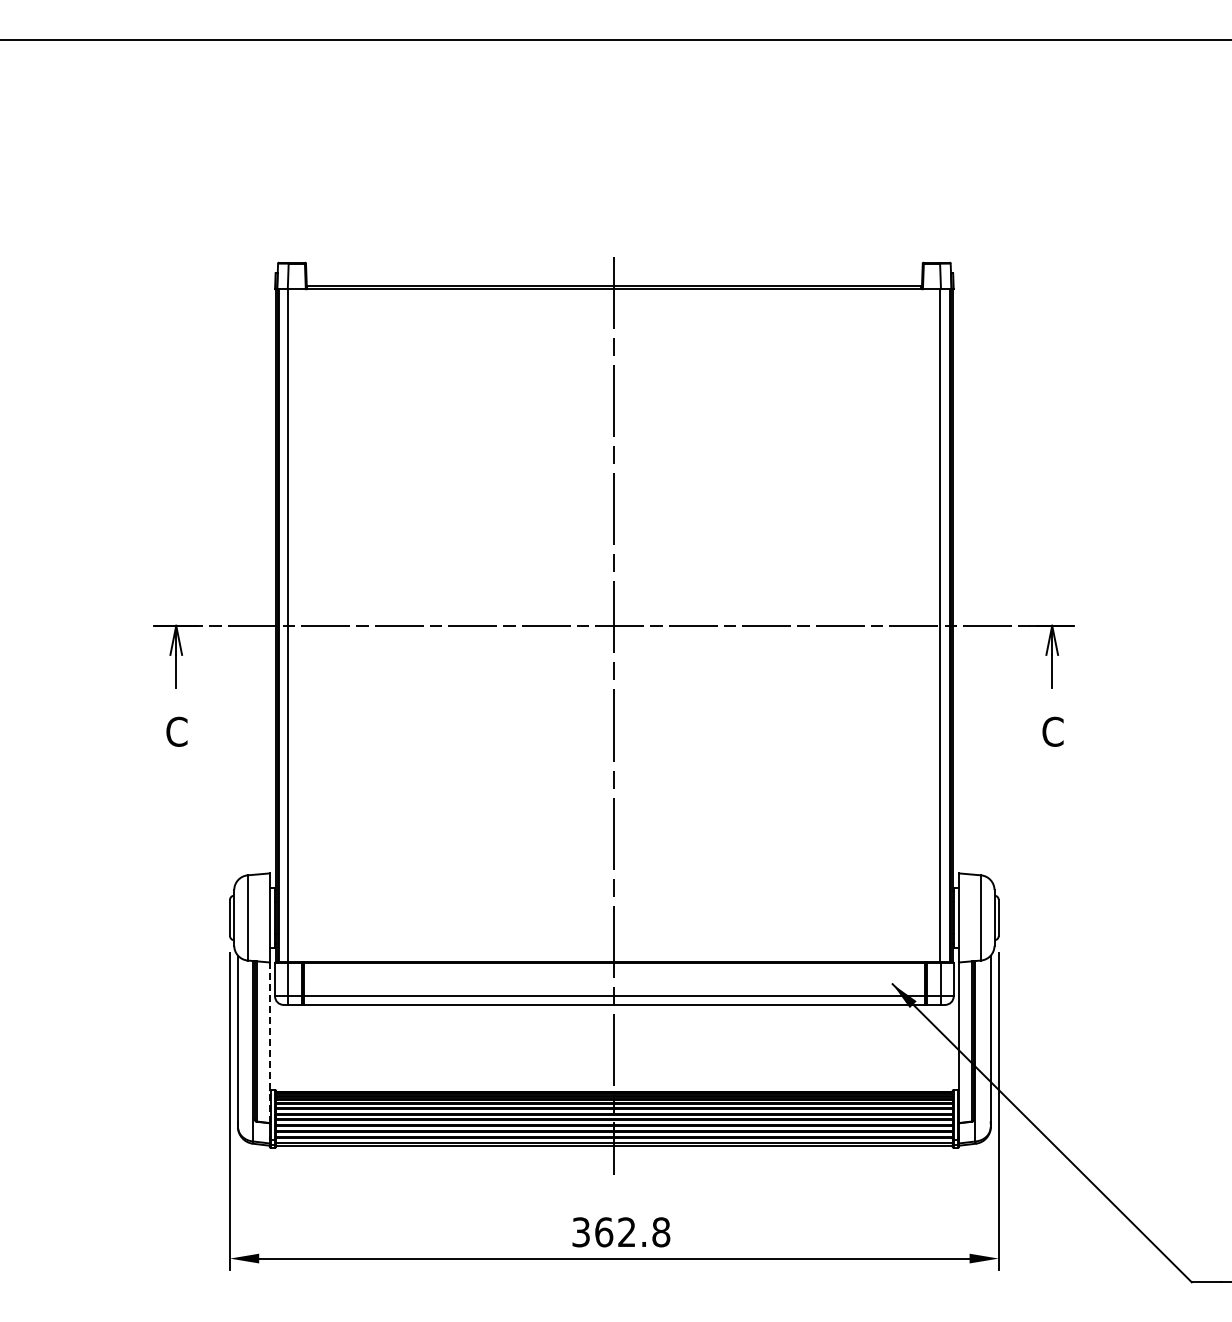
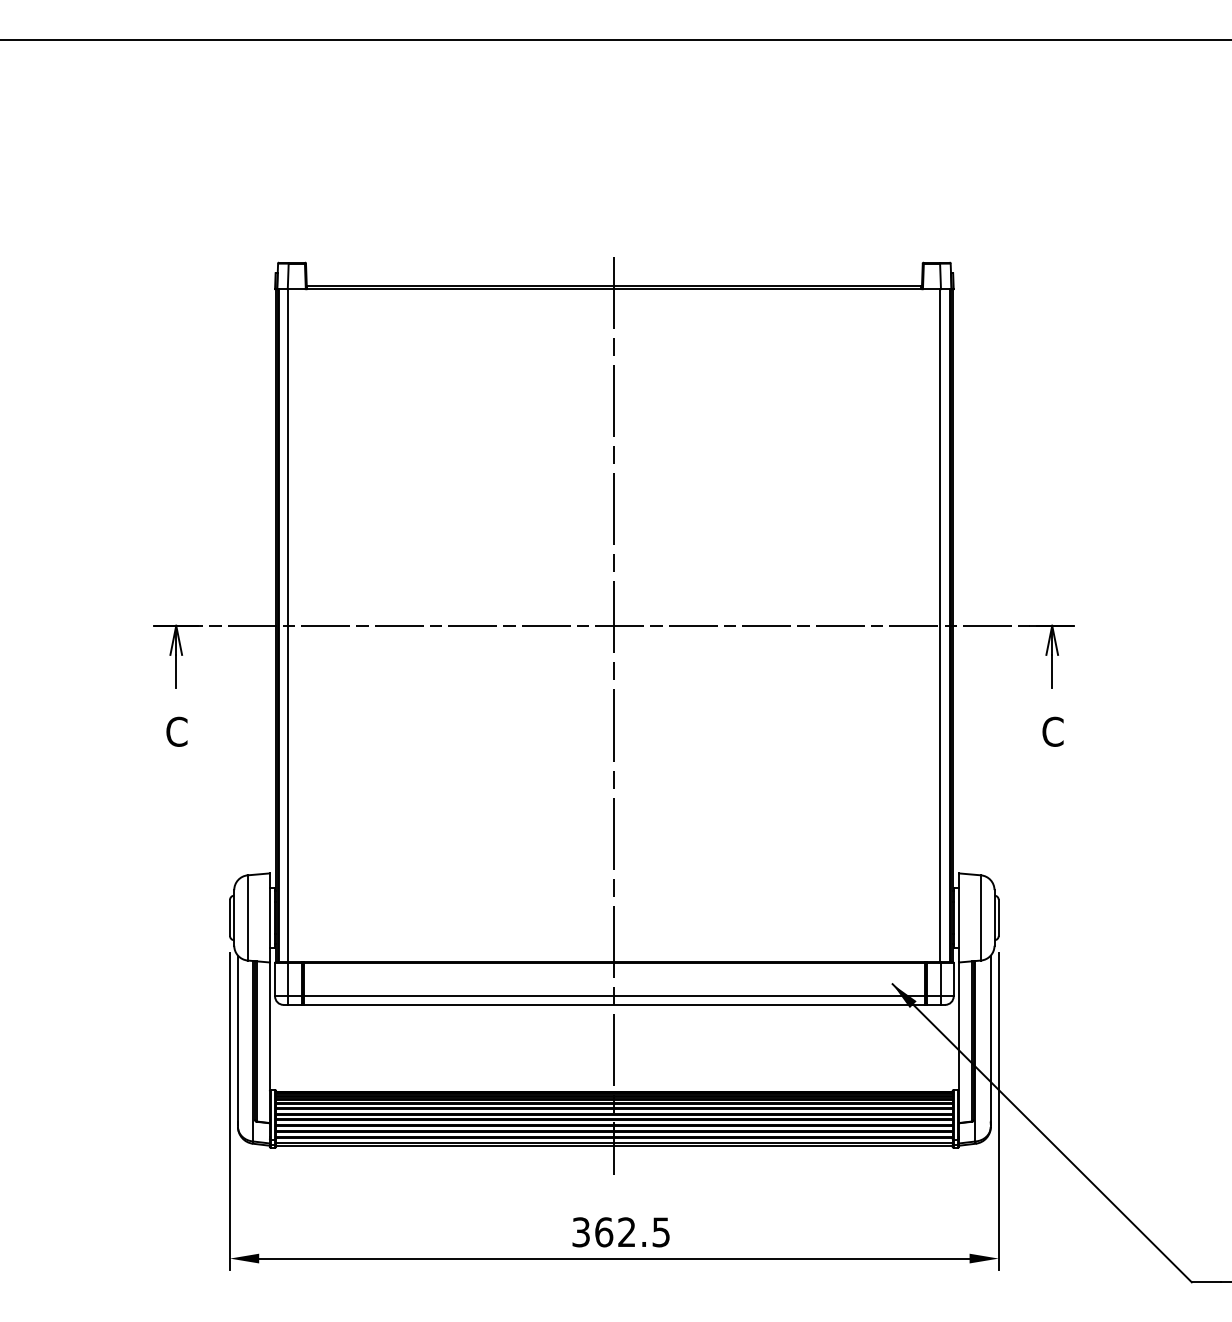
line at (269, 1042): dashed -> solid
text at (661, 1232): 362.8 -> 362.5
